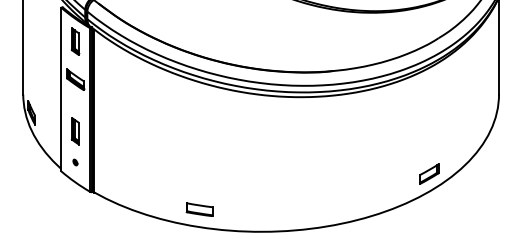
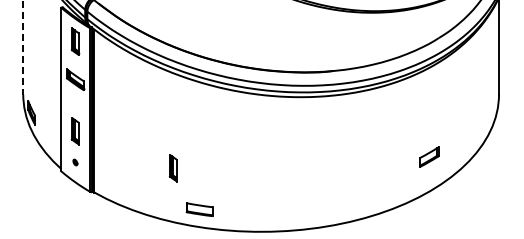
line at (23, 47): solid -> dashed
part at (172, 168): none -> present
part at (429, 173) position: (429, 173) -> (429, 156)
